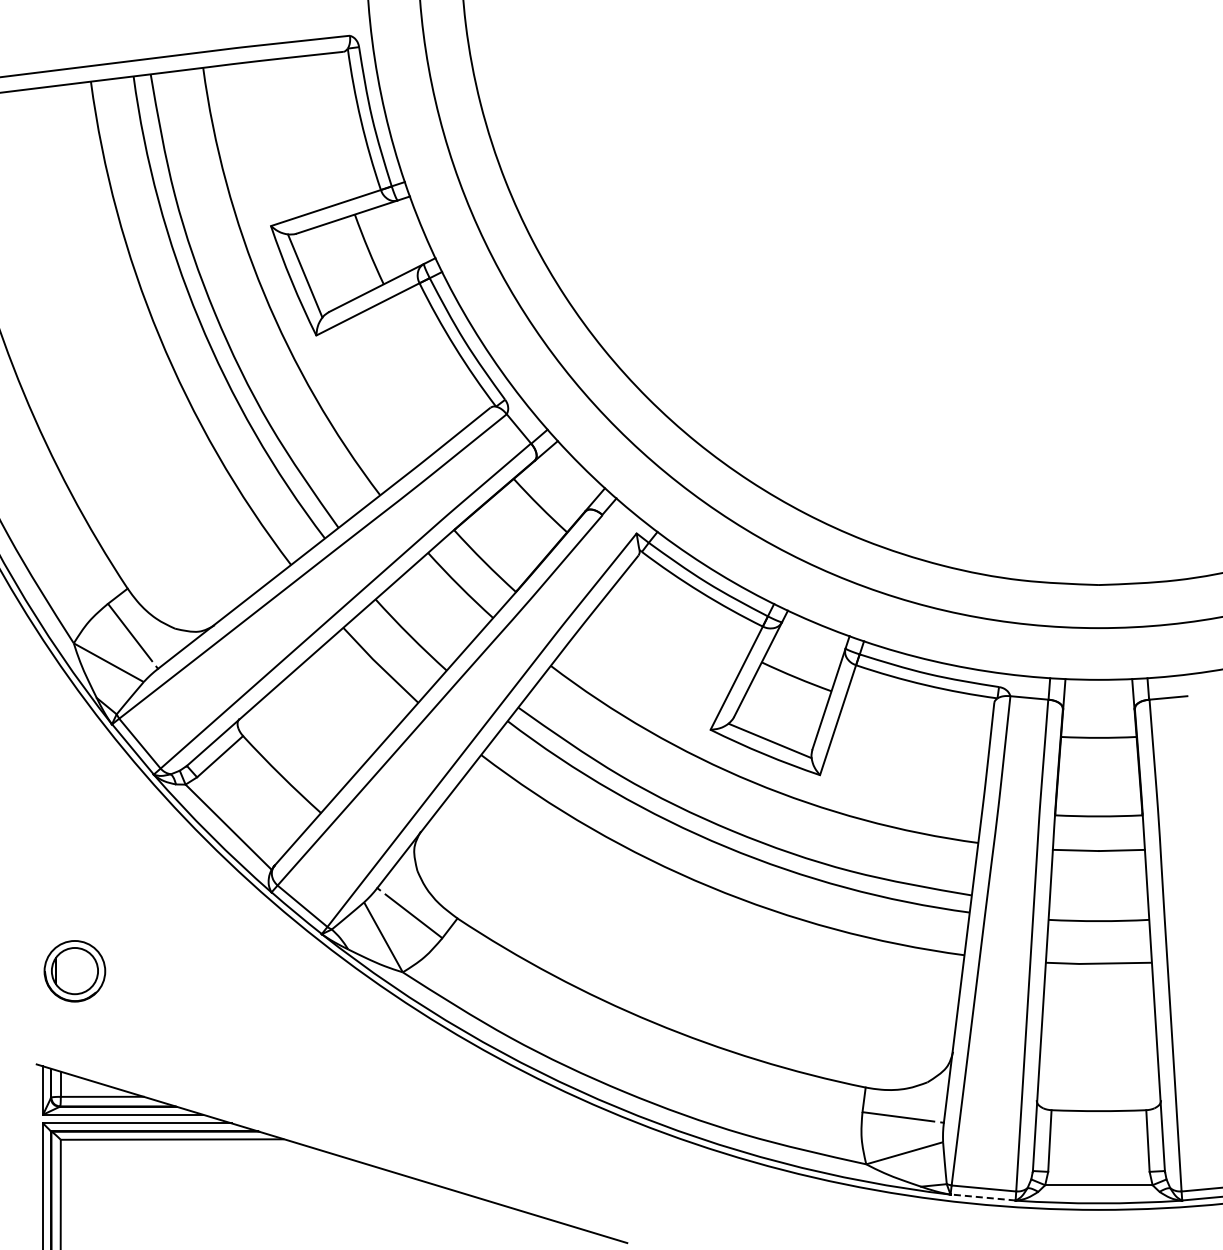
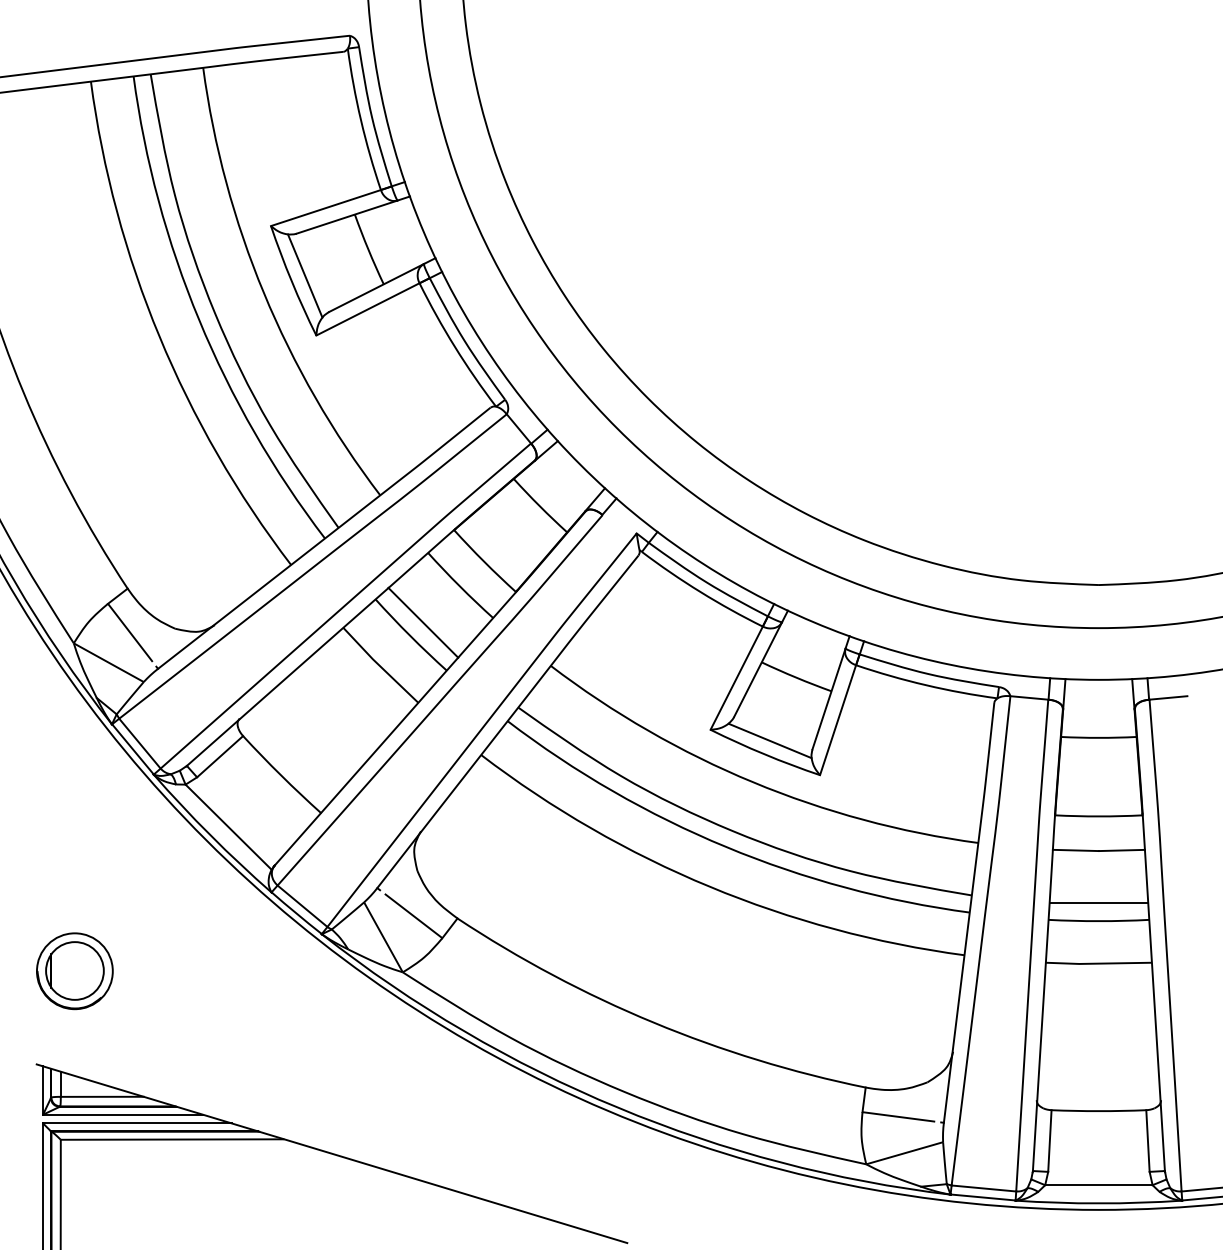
line at (423, 622): none -> present
line at (1098, 902): none -> present
part at (74, 971) size: 64x63 px -> 78x79 px
line at (983, 1197): dashed -> solid
